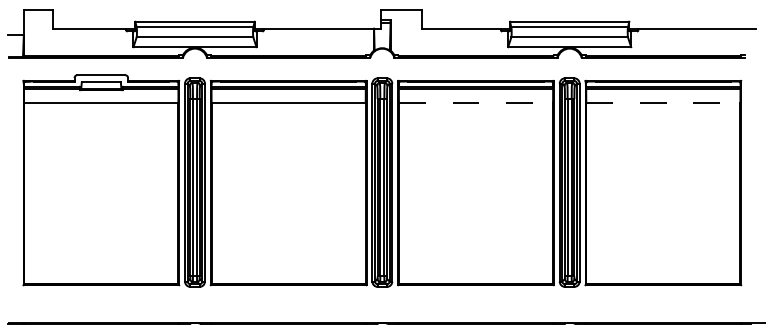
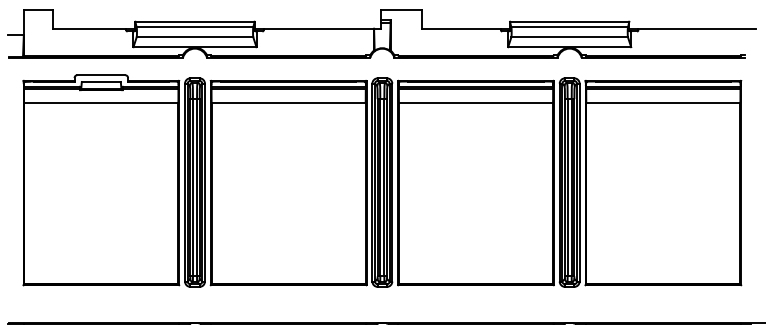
line at (476, 103): dashed -> solid
line at (663, 103): dashed -> solid
